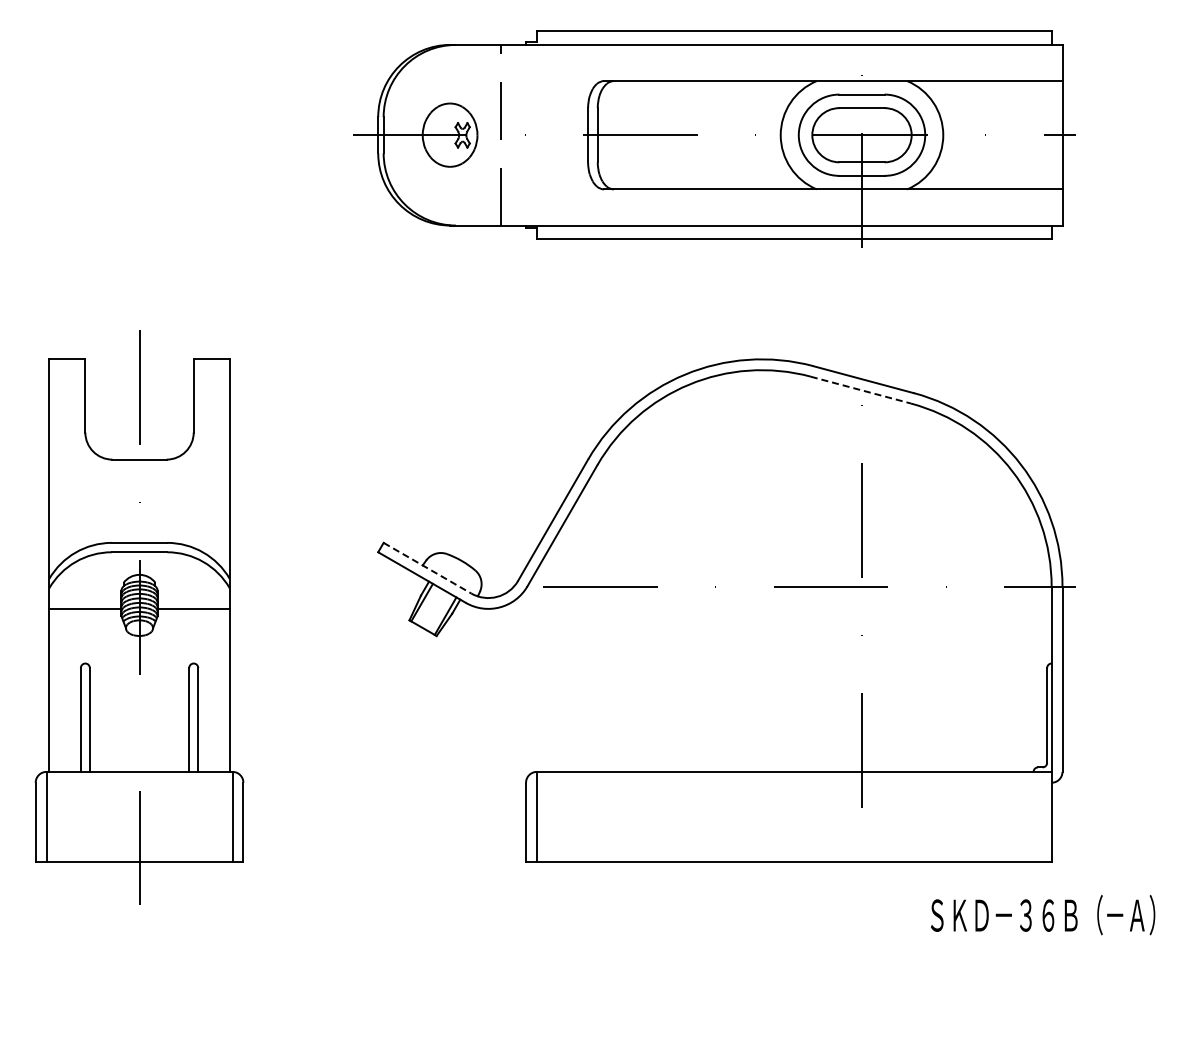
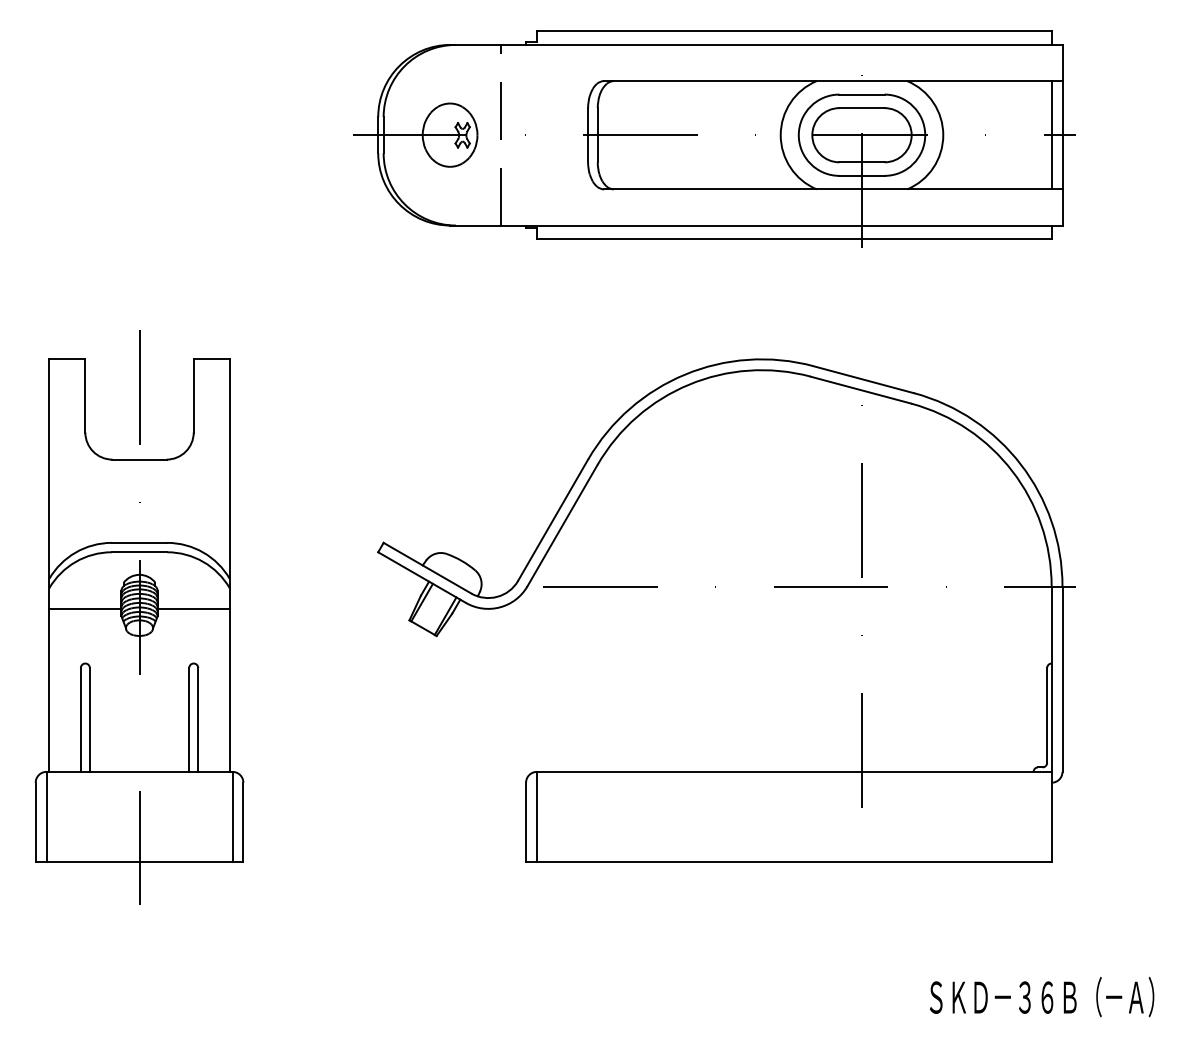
line at (1051, 135): none -> present
line at (860, 390): dashed -> solid
line at (427, 568): dashed -> solid
text at (1043, 914) position: (1043, 914) -> (1042, 996)
